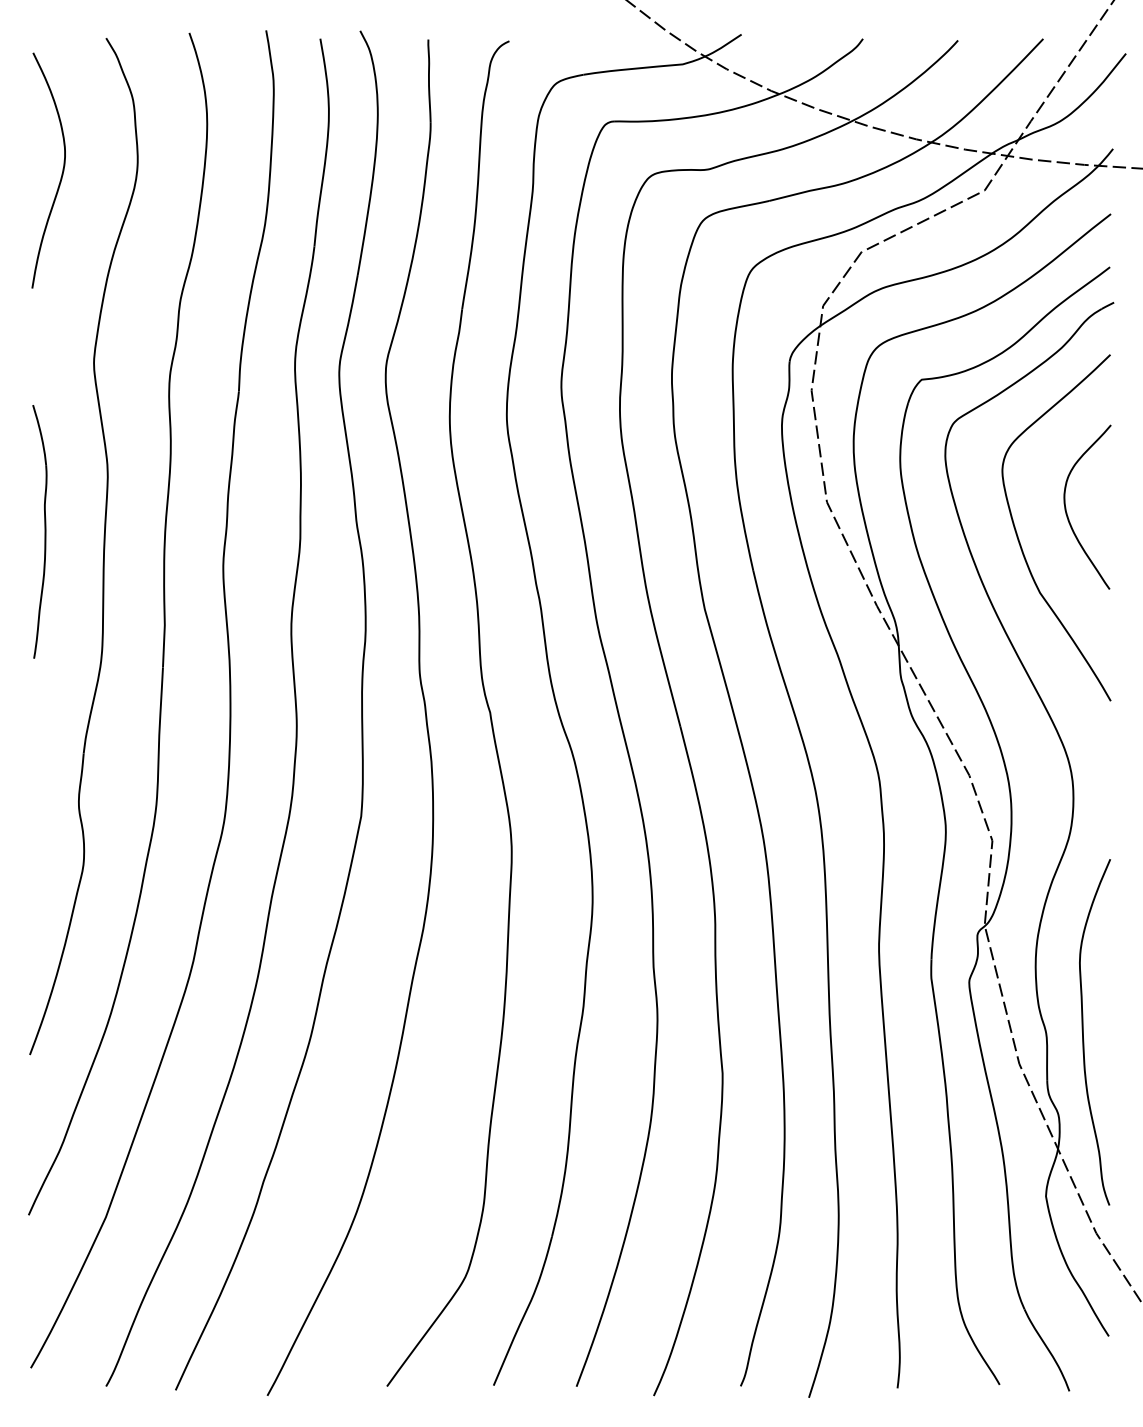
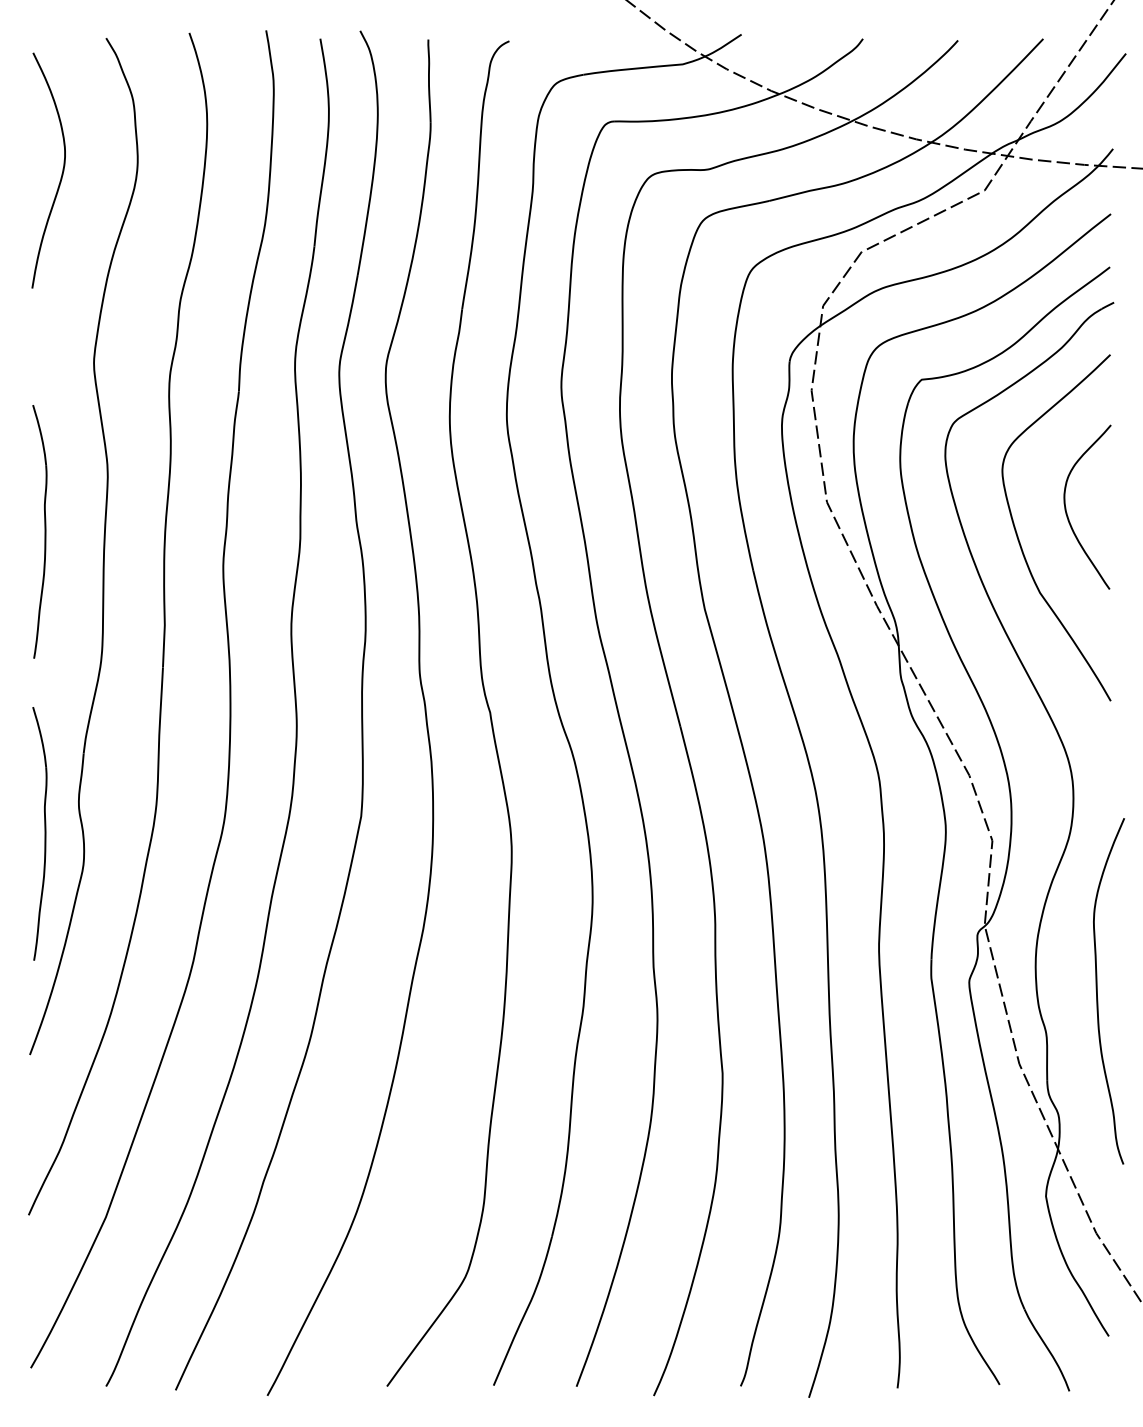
part at (39, 833): none -> present
curve at (1083, 1032) position: (1083, 1032) -> (1097, 991)
